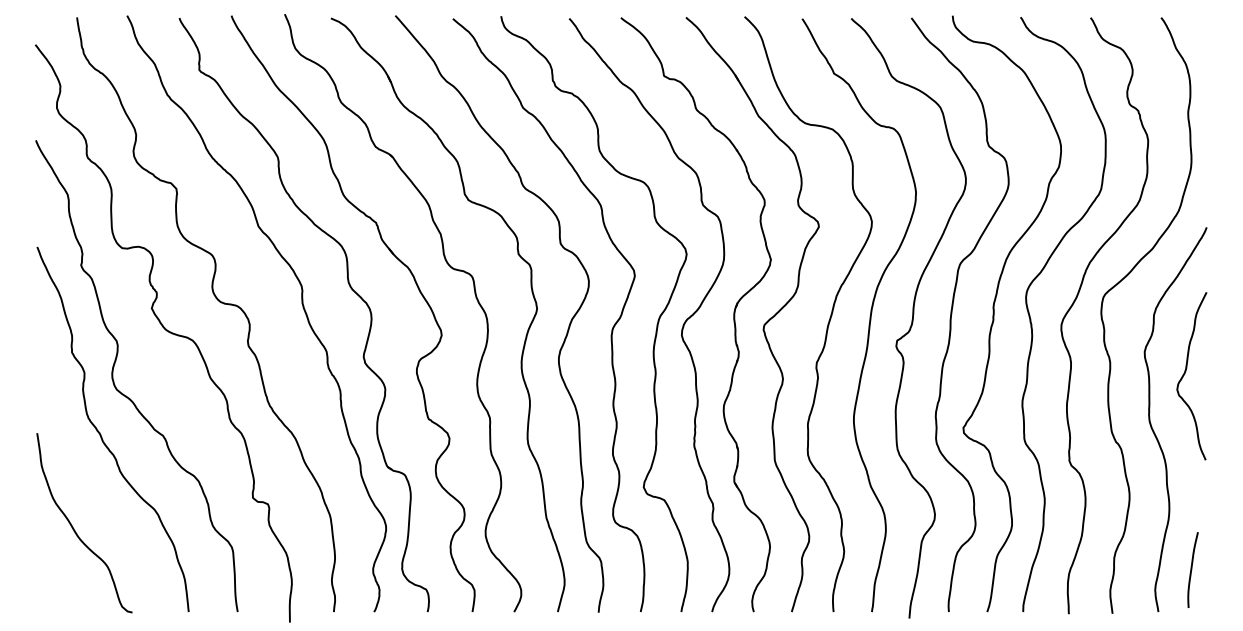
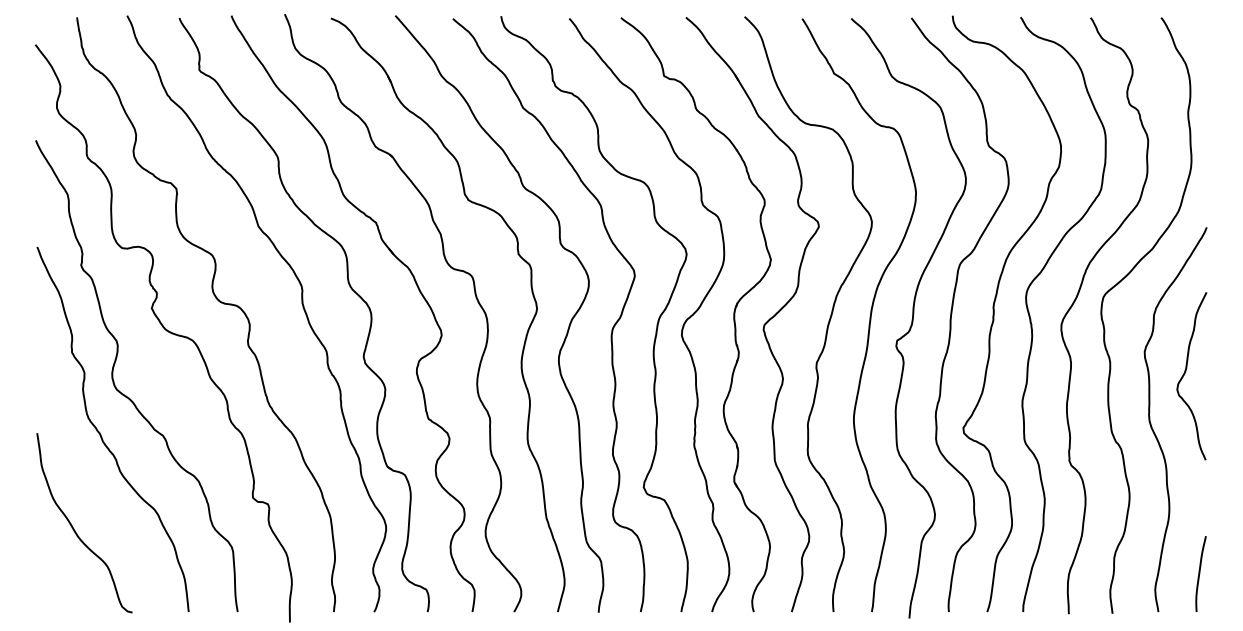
curve at (1192, 569) position: (1192, 569) -> (1200, 573)
